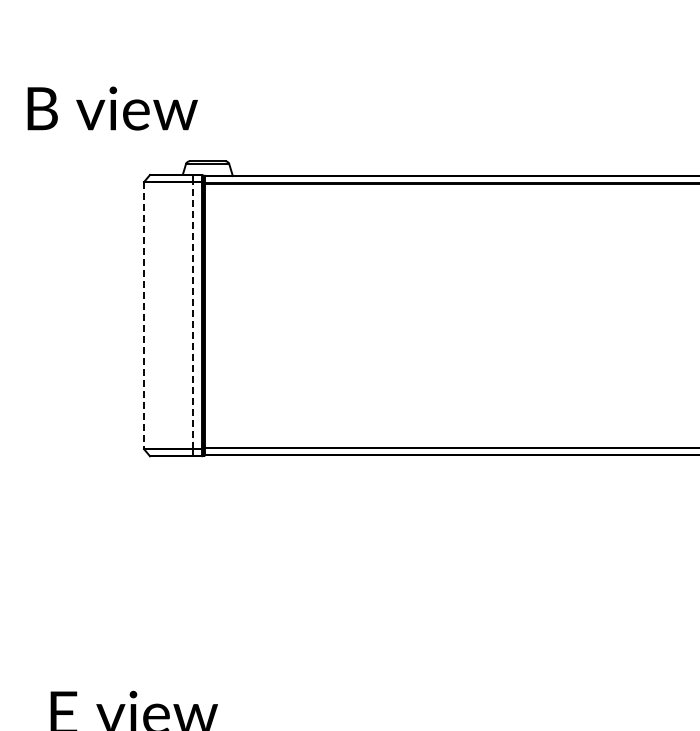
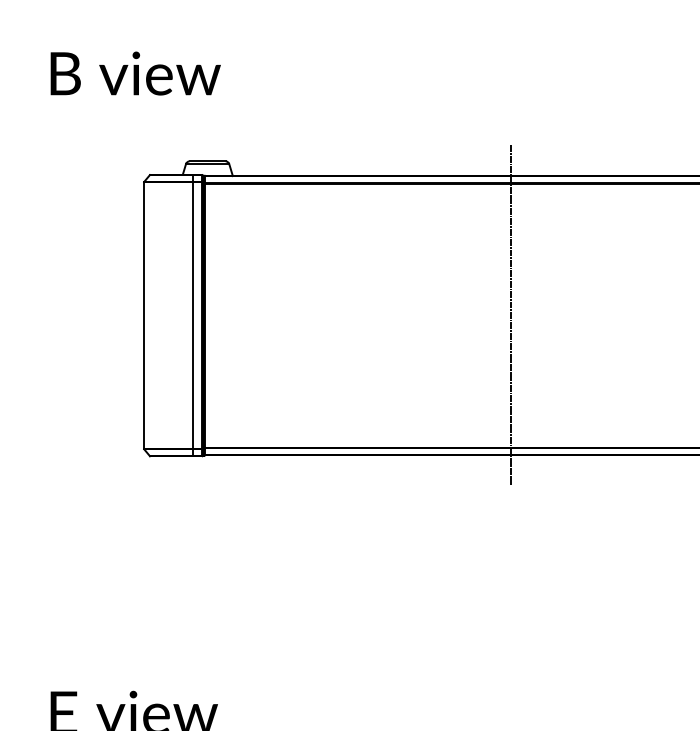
text at (112, 108) position: (112, 108) -> (135, 73)
line at (192, 315): dashed -> solid
line at (511, 315): none -> present
line at (144, 316): dashed -> solid
